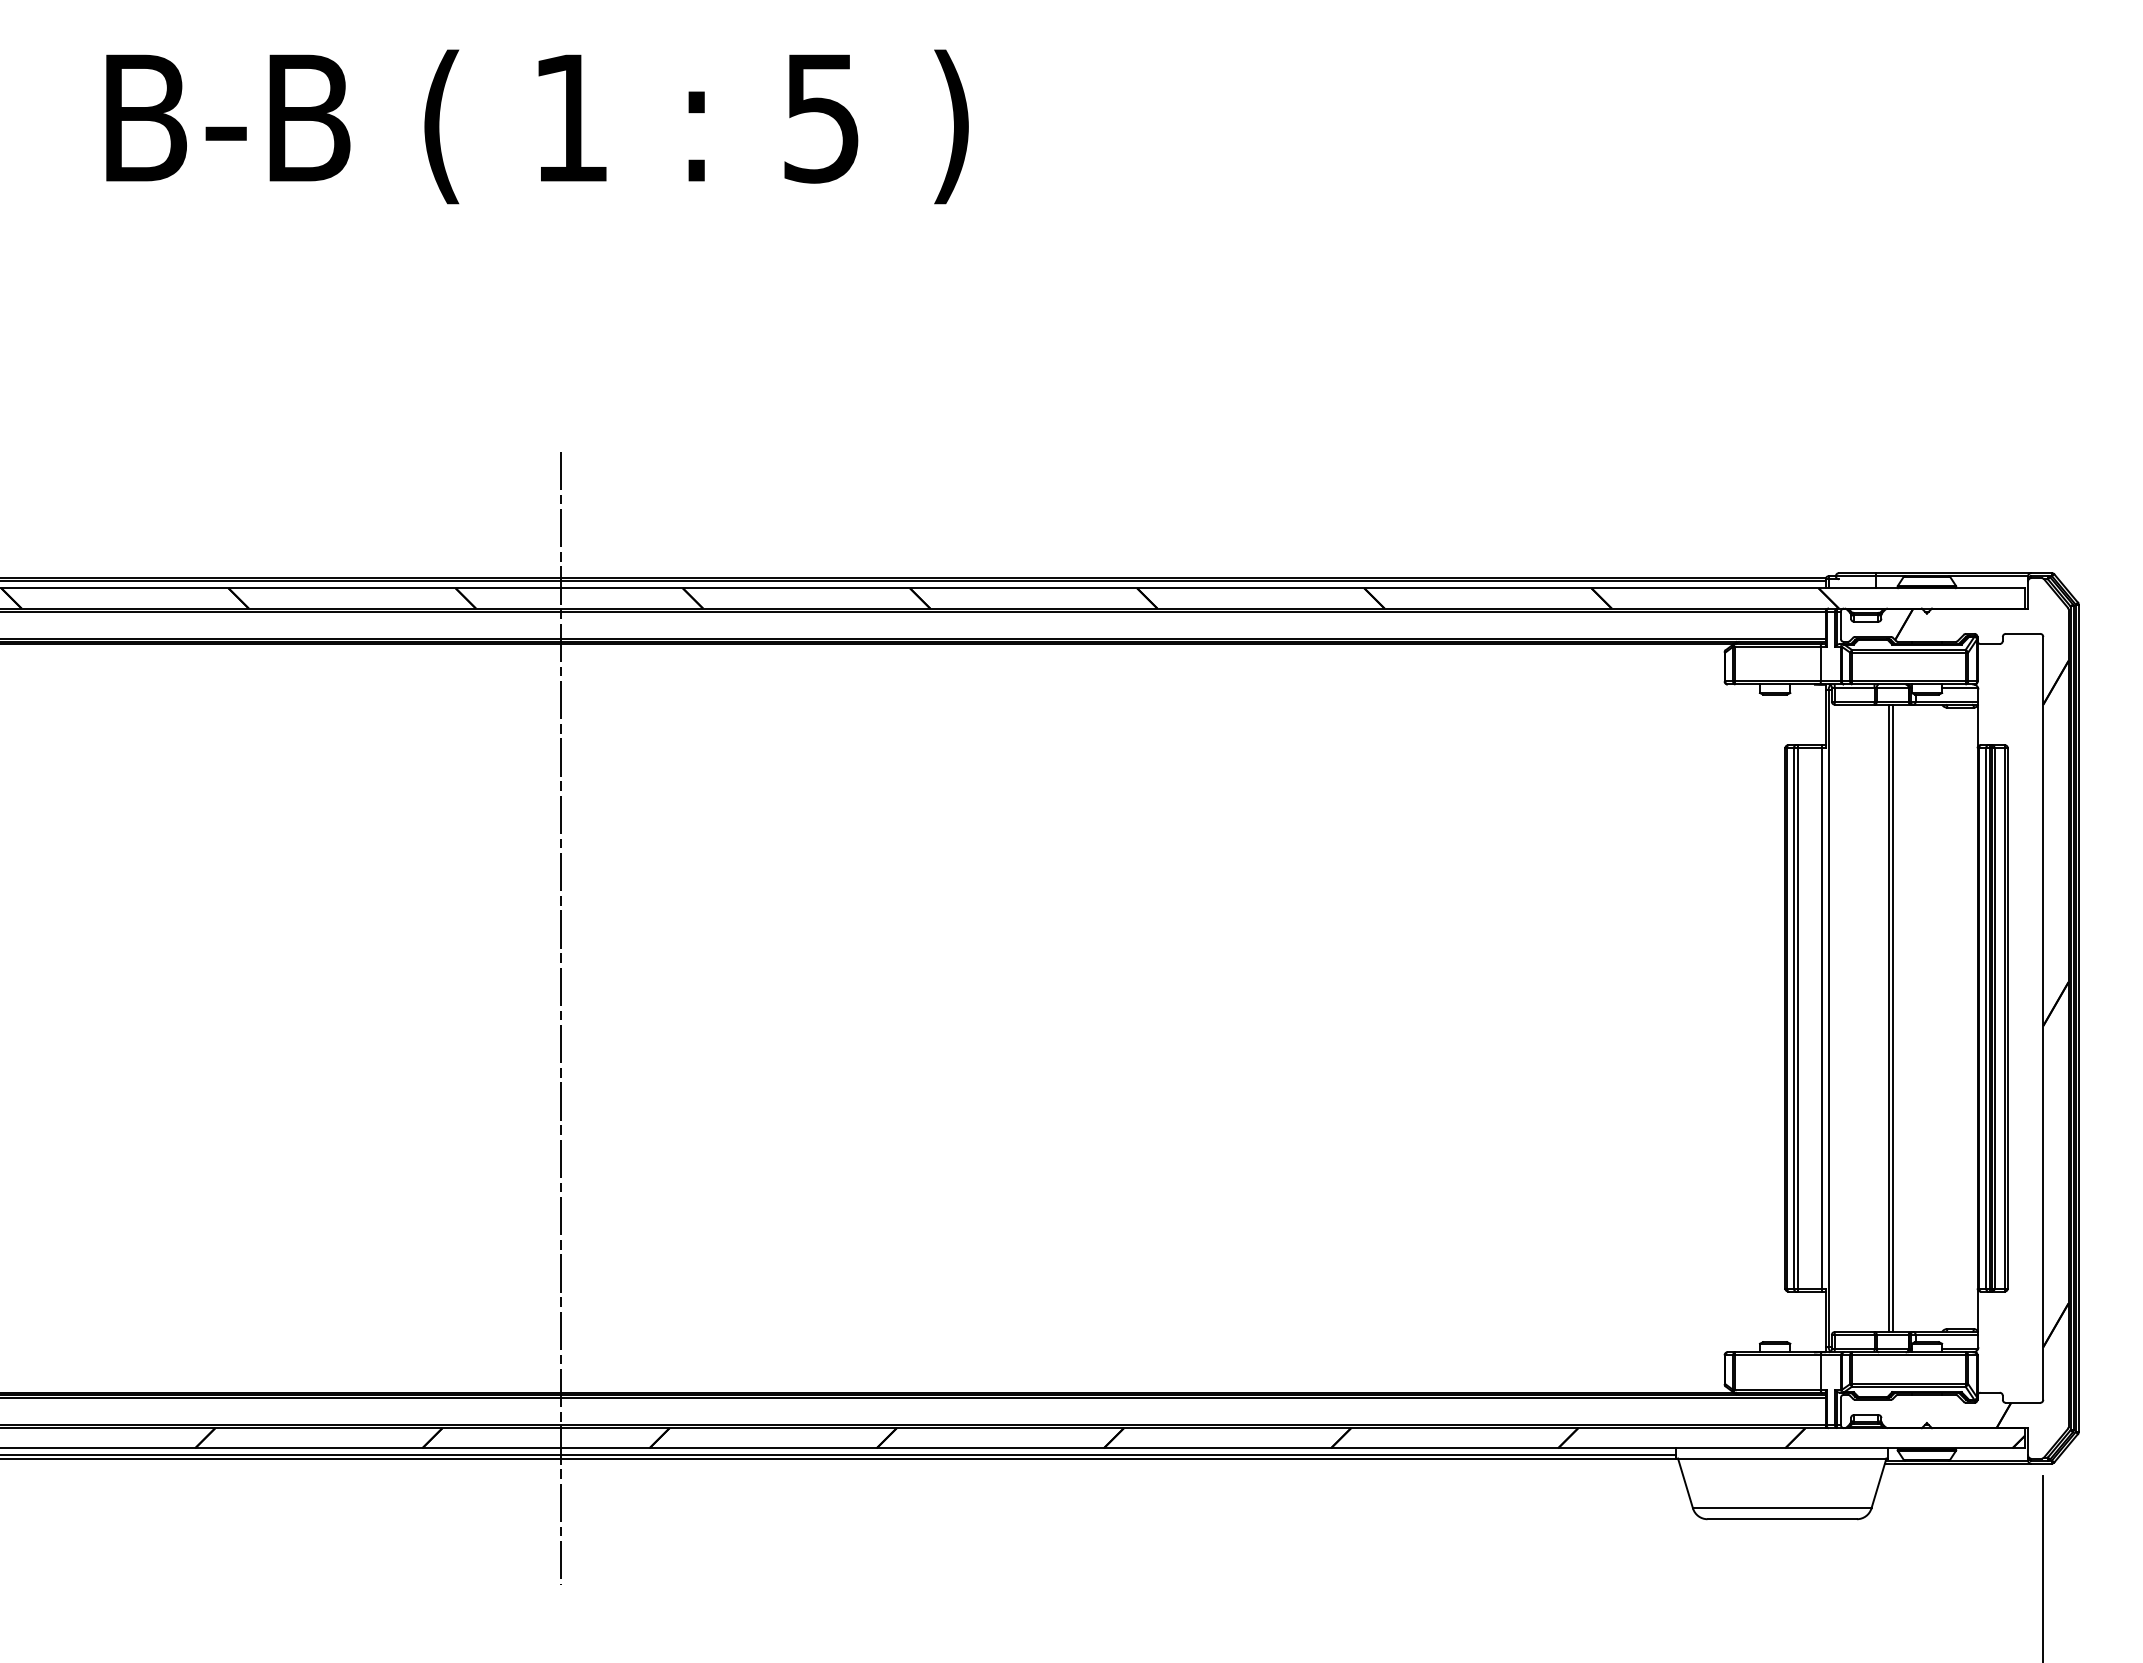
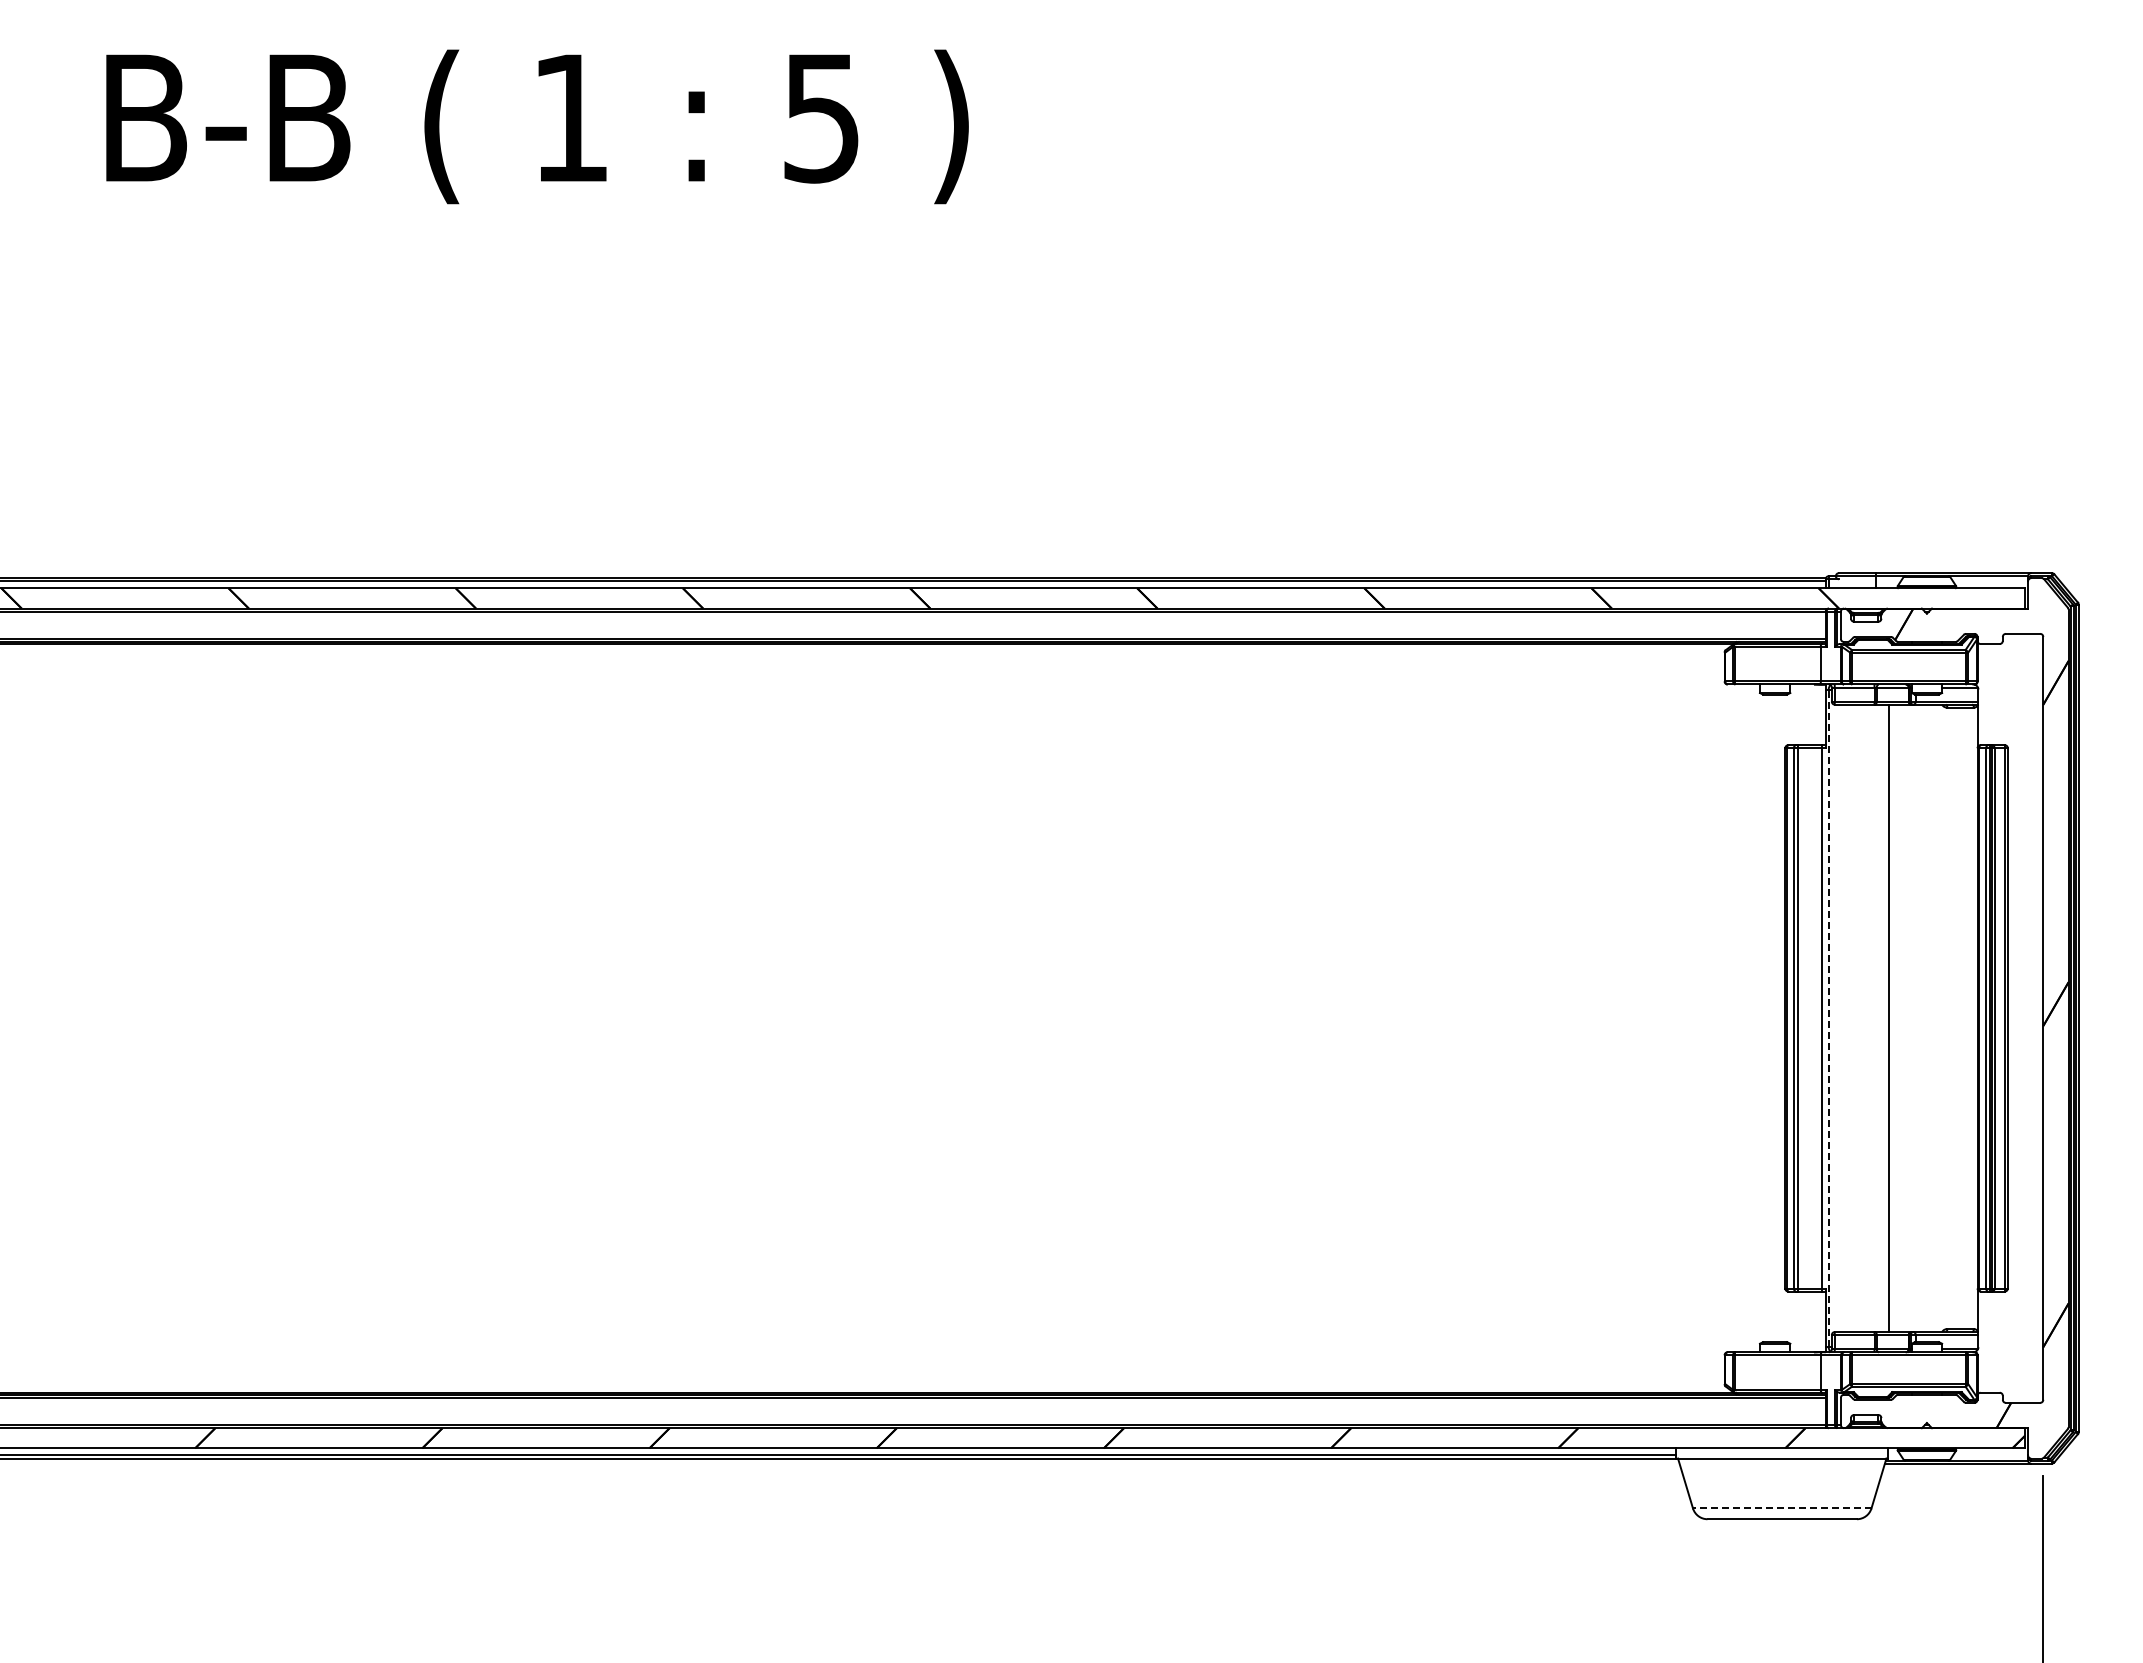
line at (560, 1017): present -> none
line at (1828, 1018): solid -> dashed
line at (1893, 1018): present -> none
line at (1781, 1508): solid -> dashed
